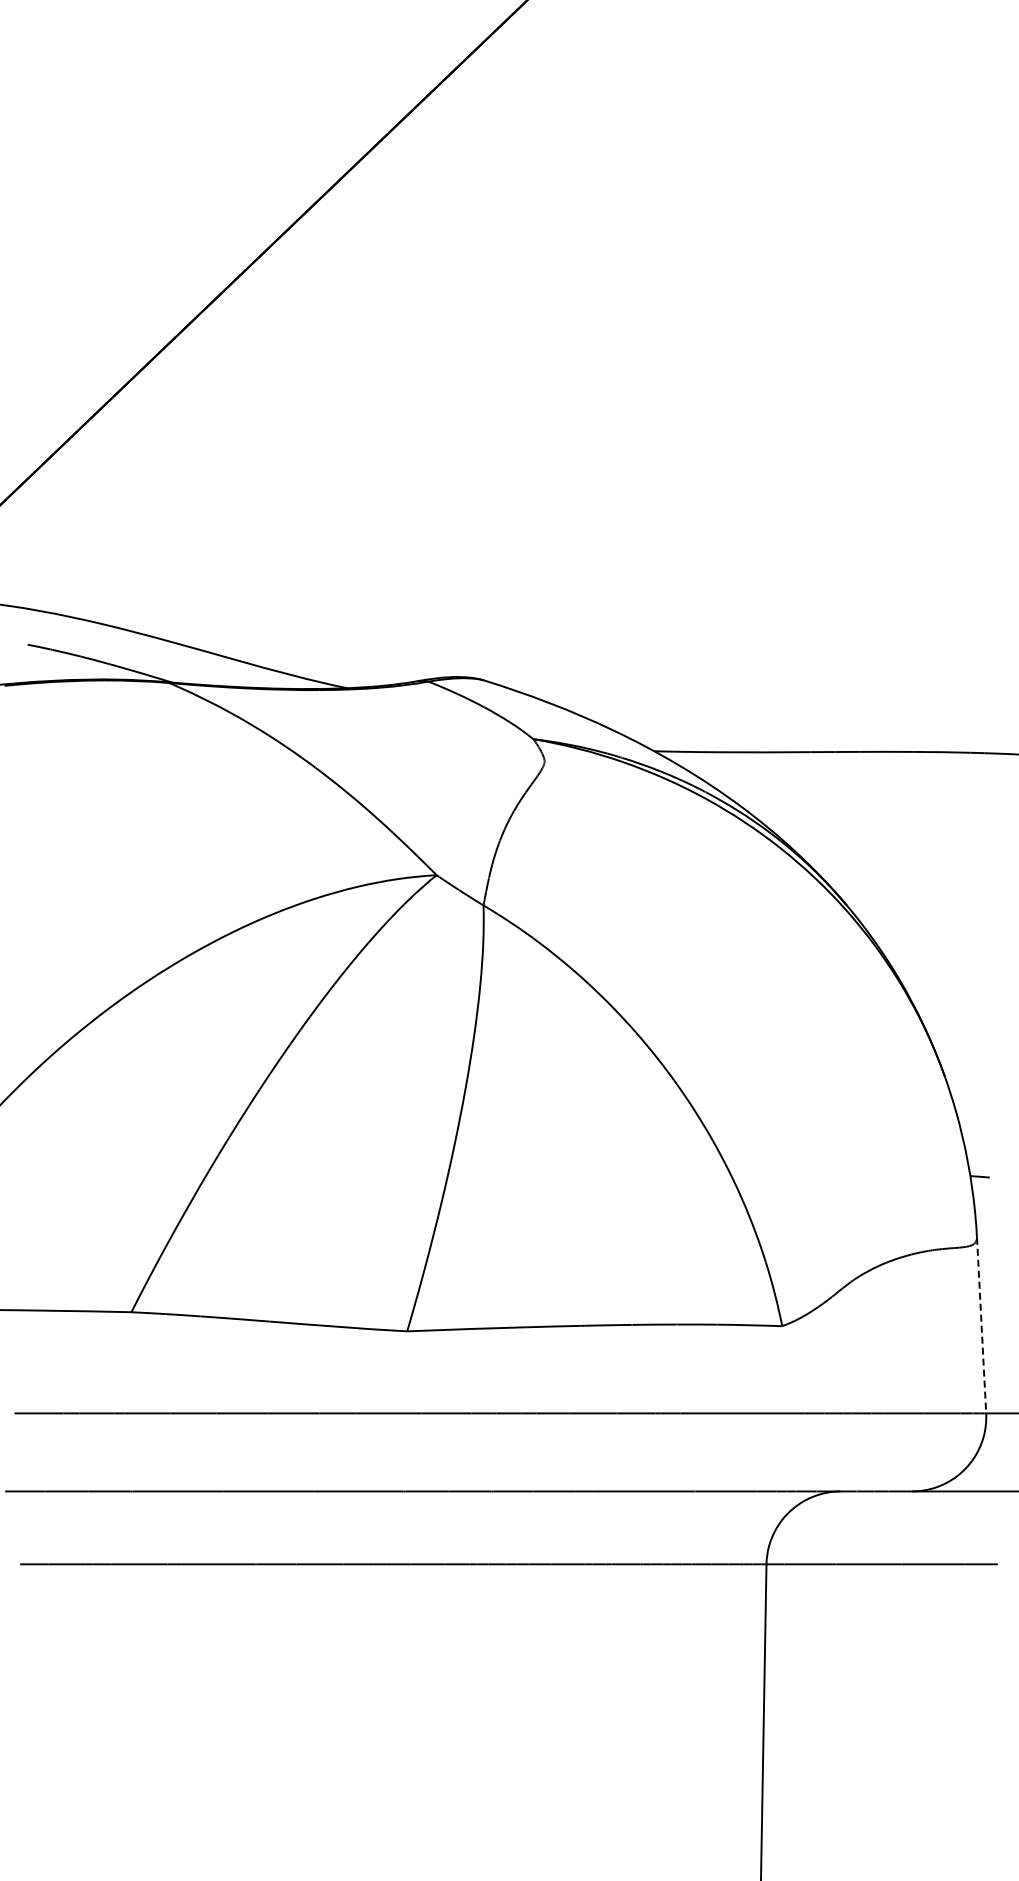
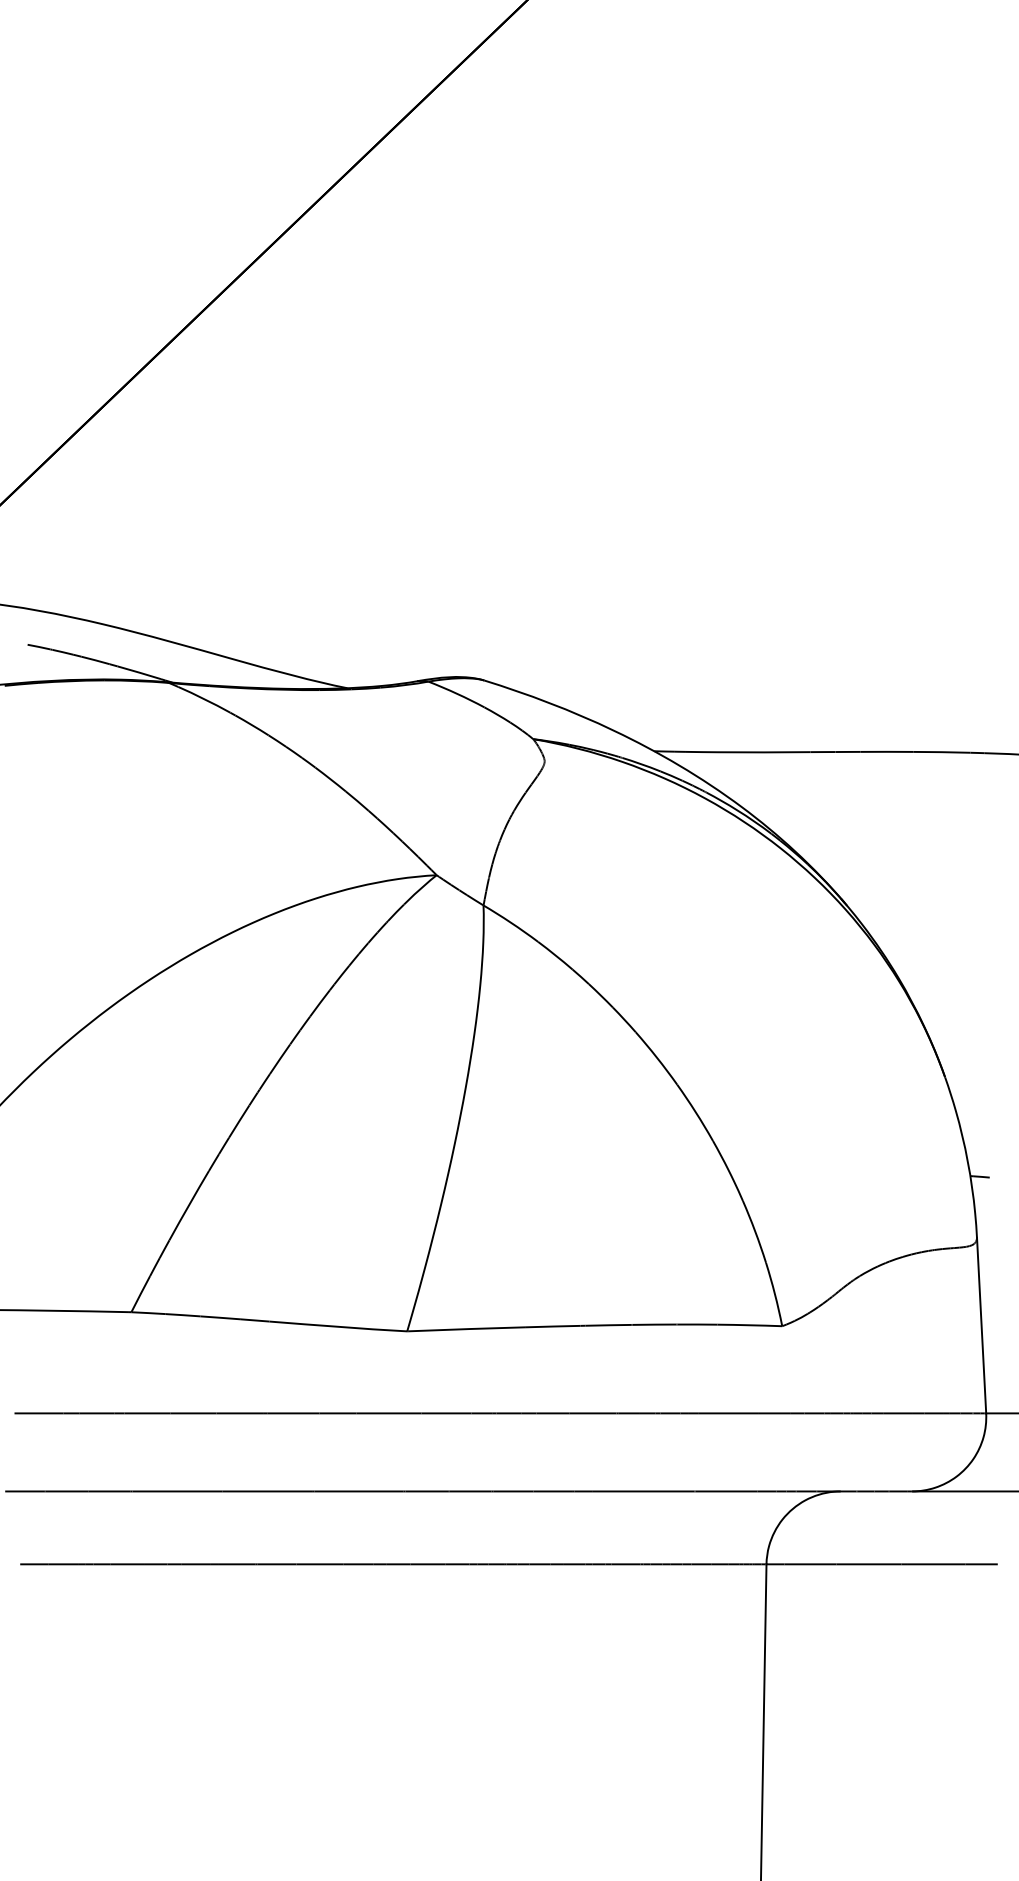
line at (981, 1325): dashed -> solid
